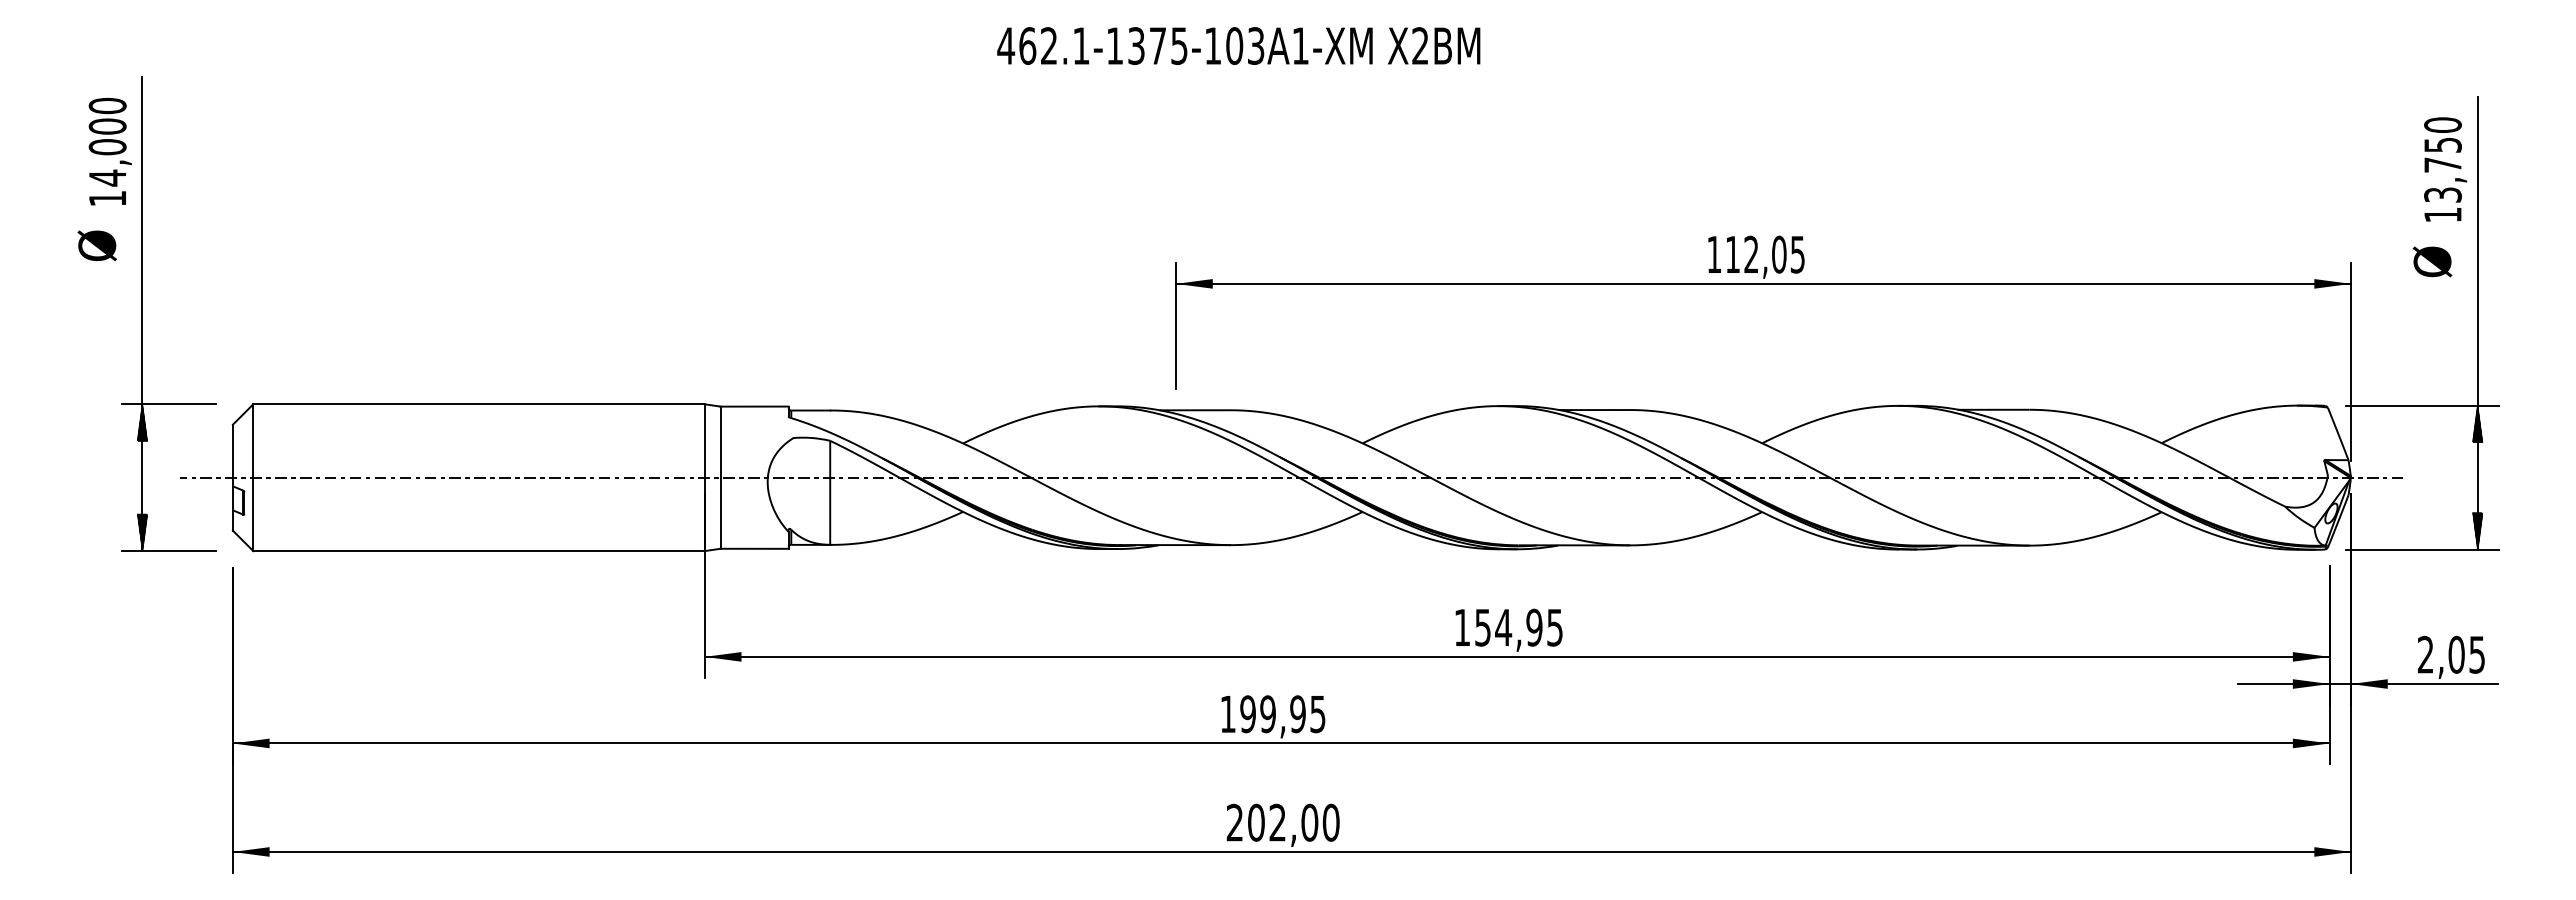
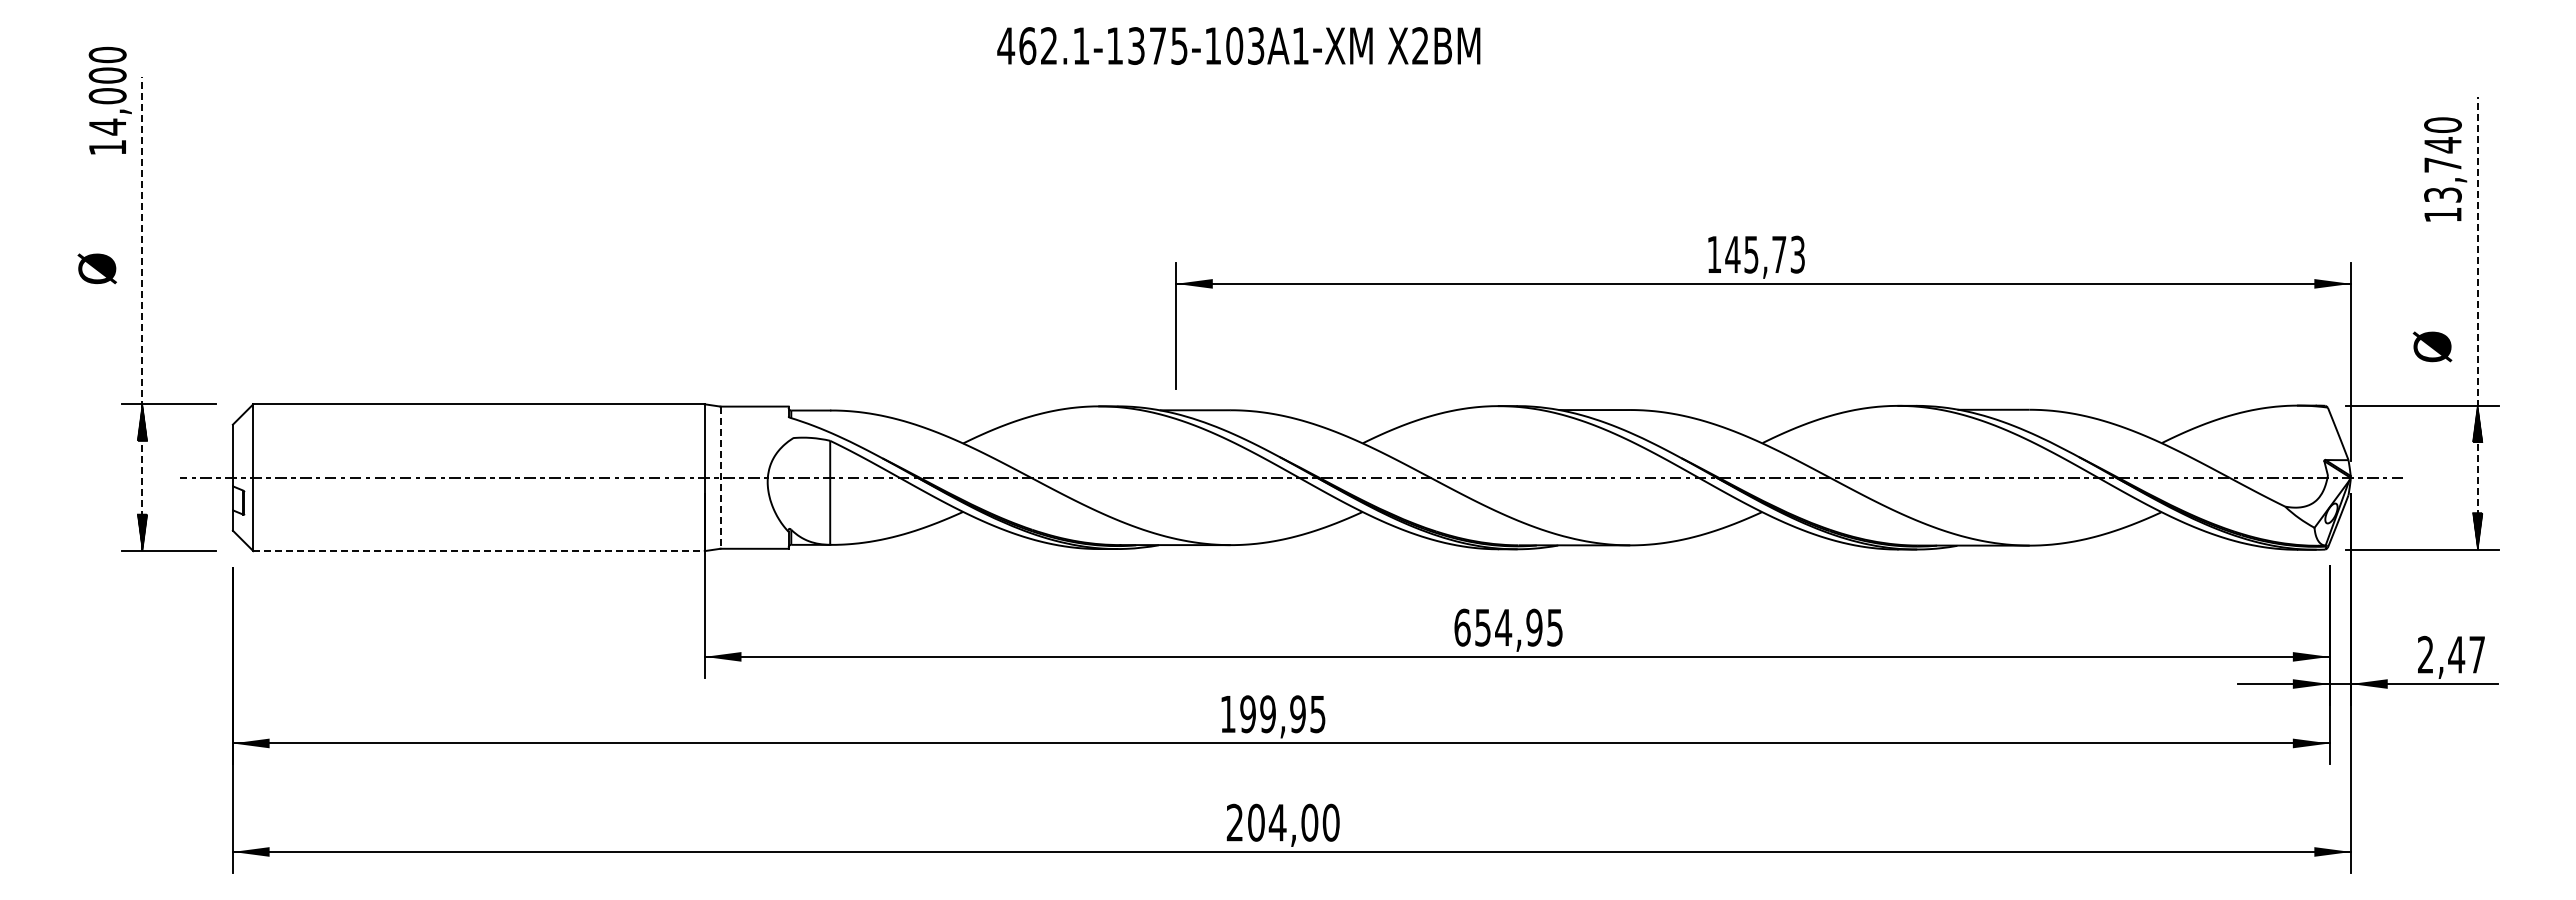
text at (2442, 145): 13,750 -> 13,740
text at (109, 151) position: (109, 151) -> (109, 100)
text at (96, 245) position: (96, 245) -> (96, 268)
text at (1764, 254): 112,05 -> 145,73
text at (2432, 261) position: (2432, 261) -> (2432, 346)
line at (142, 313): solid -> dashed
line at (2477, 322): solid -> dashed
line at (720, 478): solid -> dashed
line at (479, 551): solid -> dashed
text at (1462, 627): 154,95 -> 654,95
text at (2466, 654): 2,05 -> 2,47
text at (1277, 822): 202,00 -> 204,00
